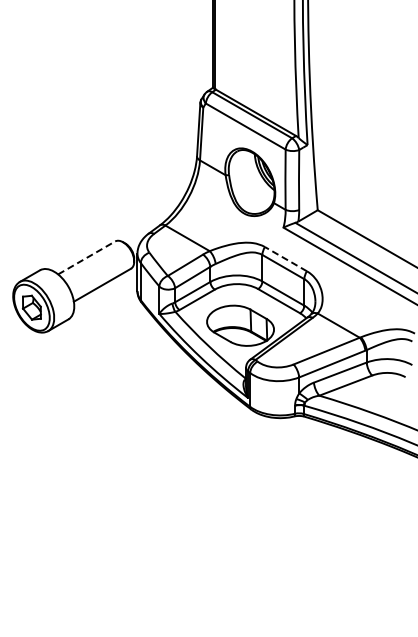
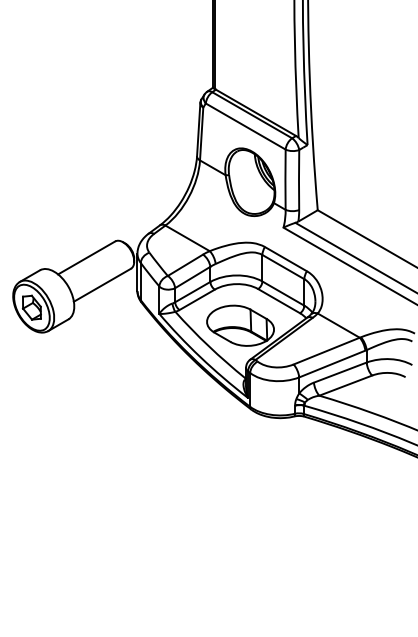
line at (86, 257): dashed -> solid
line at (285, 258): dashed -> solid
